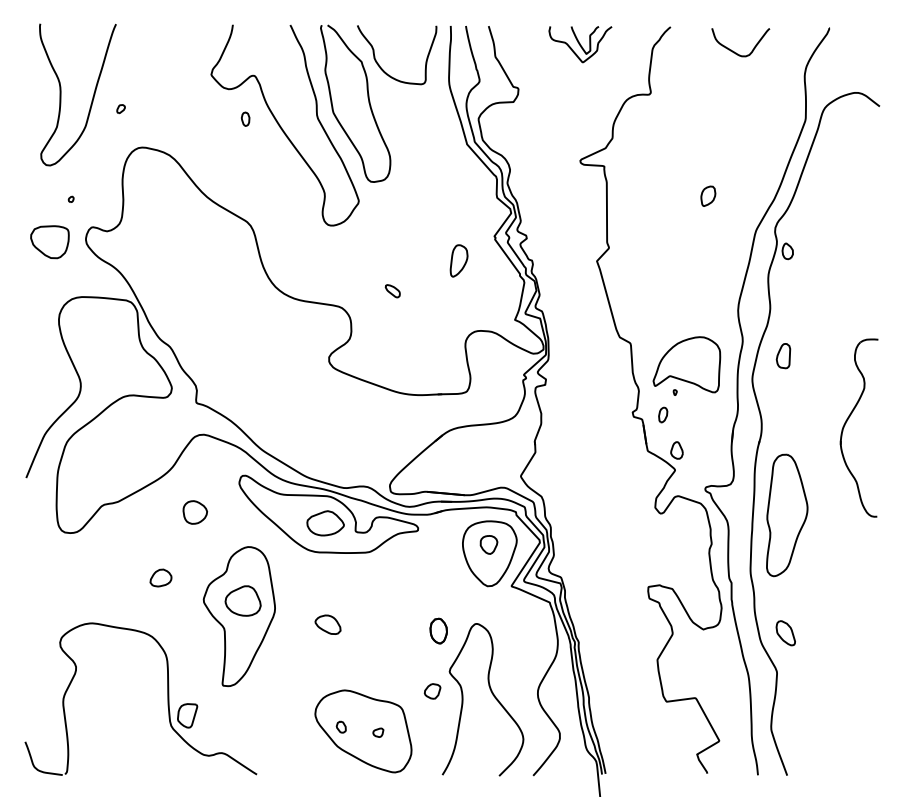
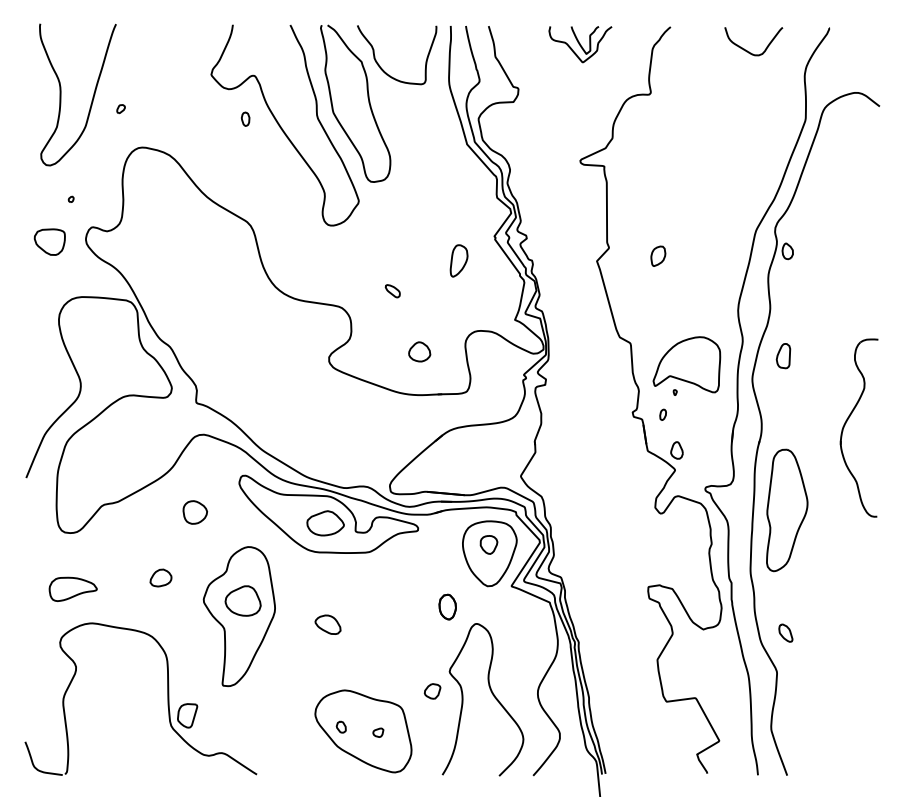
curve at (736, 52) position: (736, 52) -> (749, 51)
part at (708, 195) position: (708, 195) -> (658, 255)
part at (49, 242) size: 40x35 px -> 33x28 px
part at (419, 351): none -> present
part at (663, 414) size: 11x18 px -> 8x13 px
part at (787, 515) position: (787, 515) -> (787, 510)
part at (72, 588): none -> present
part at (438, 630) position: (438, 630) -> (447, 606)
part at (785, 633) size: 21x27 px -> 16x20 px
